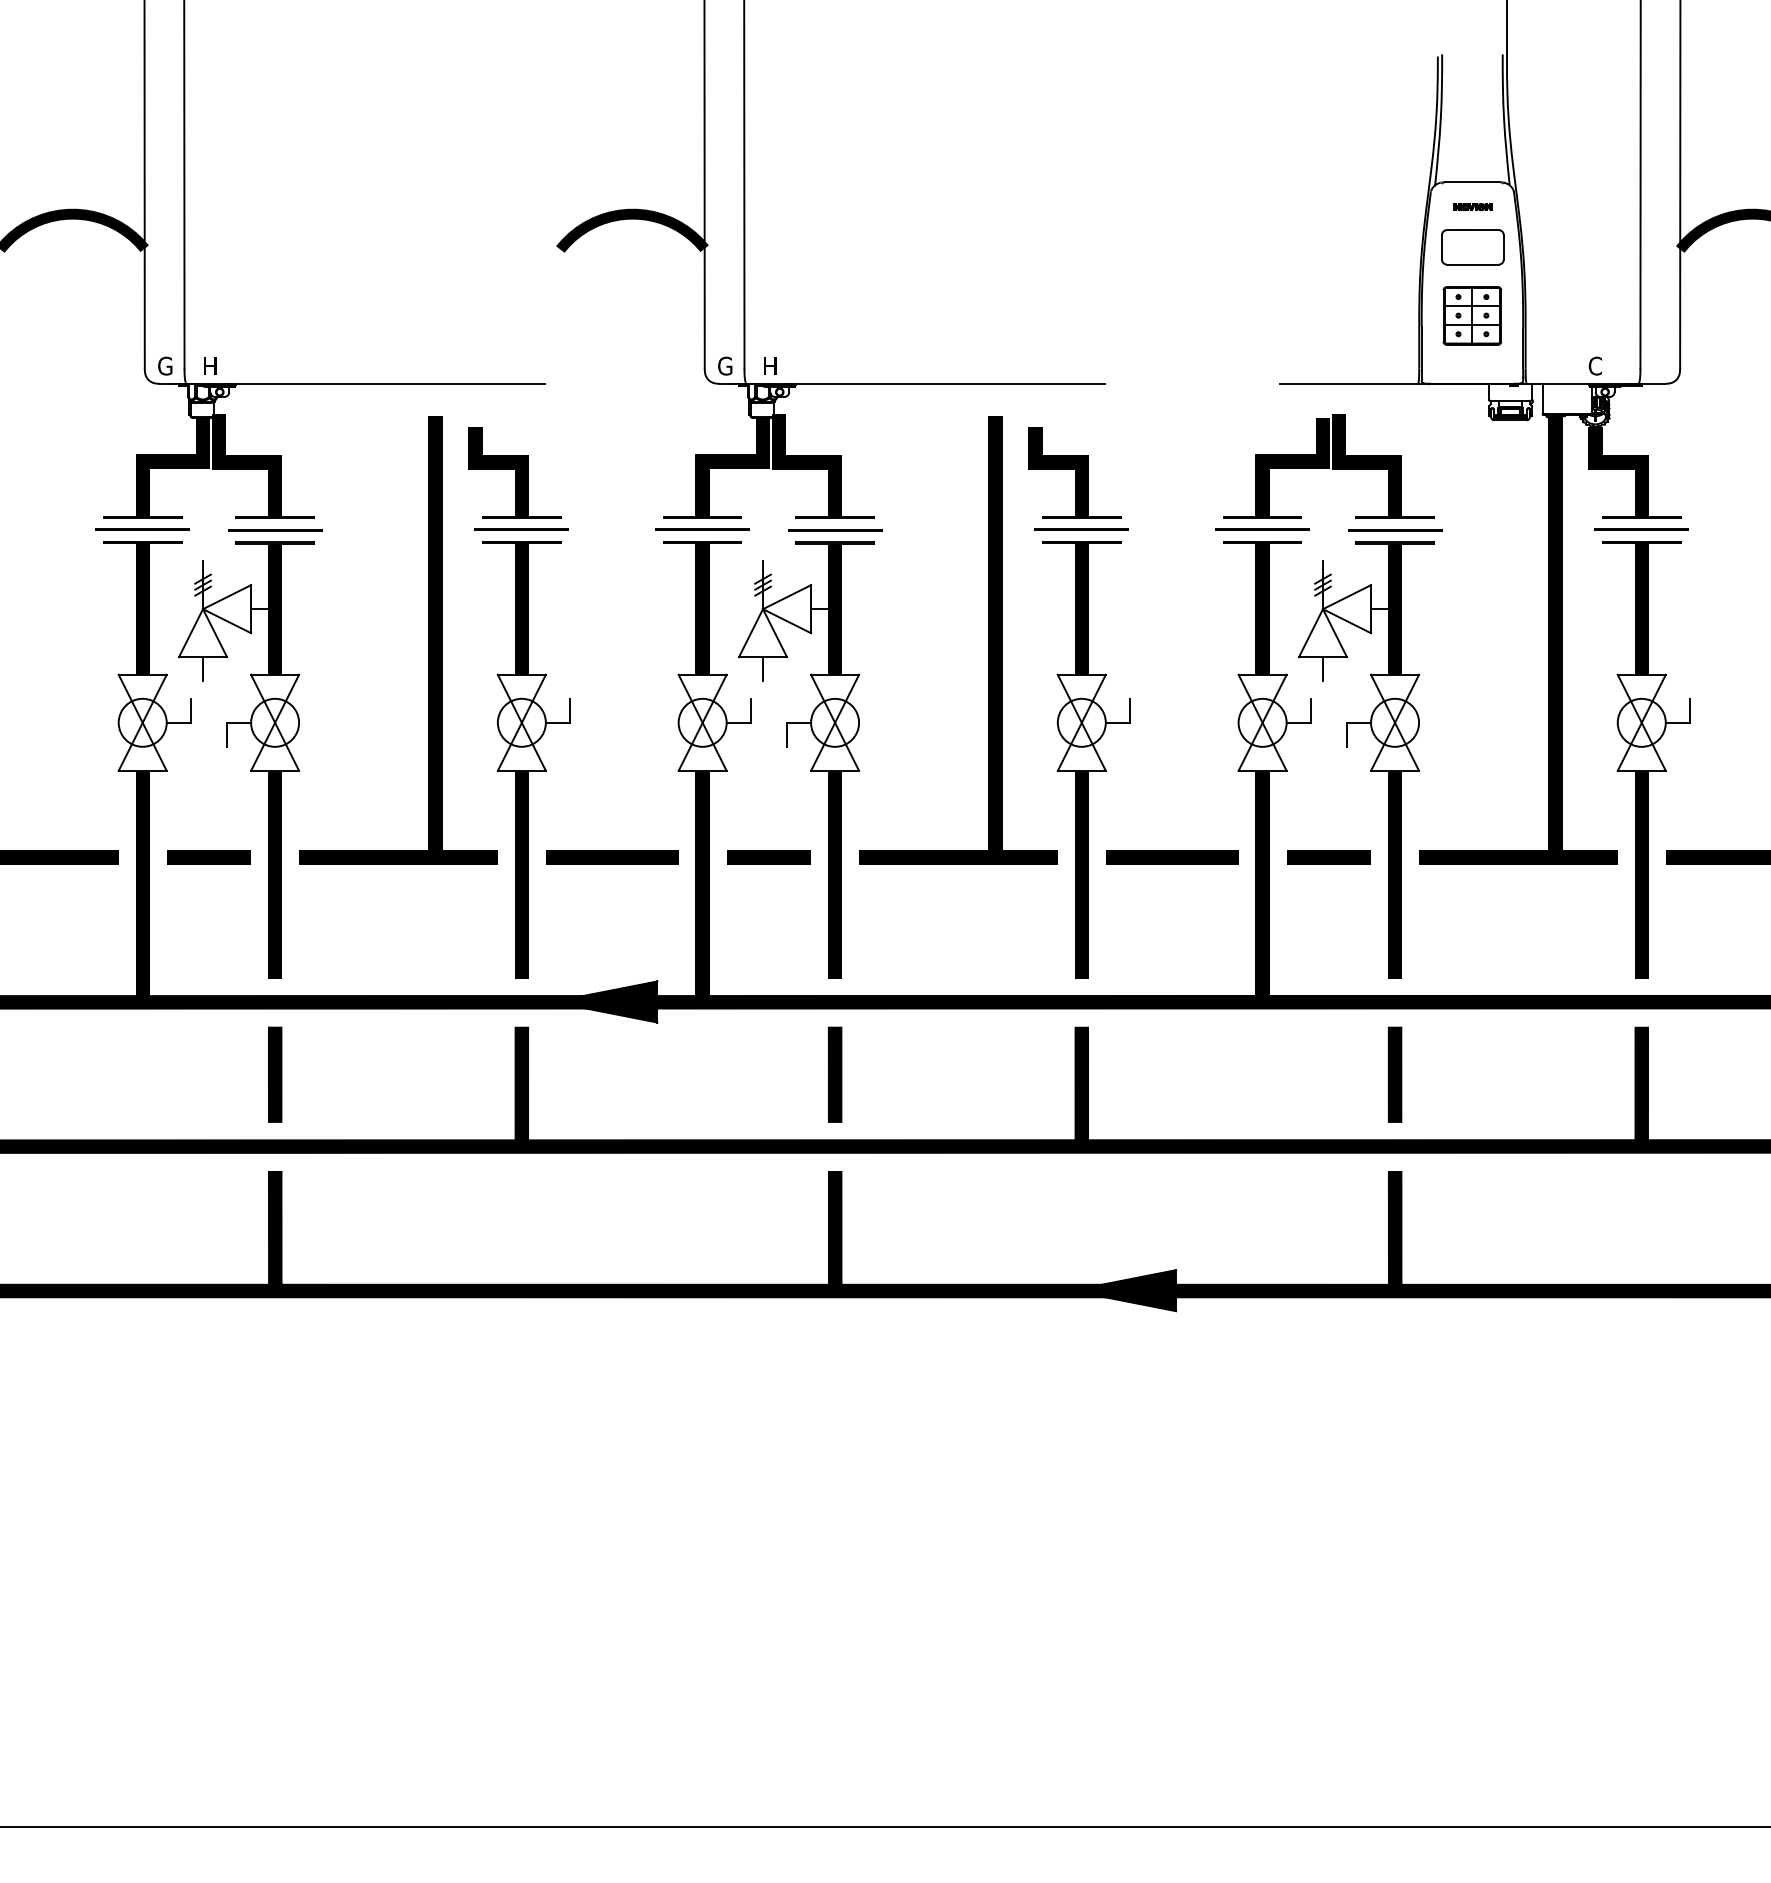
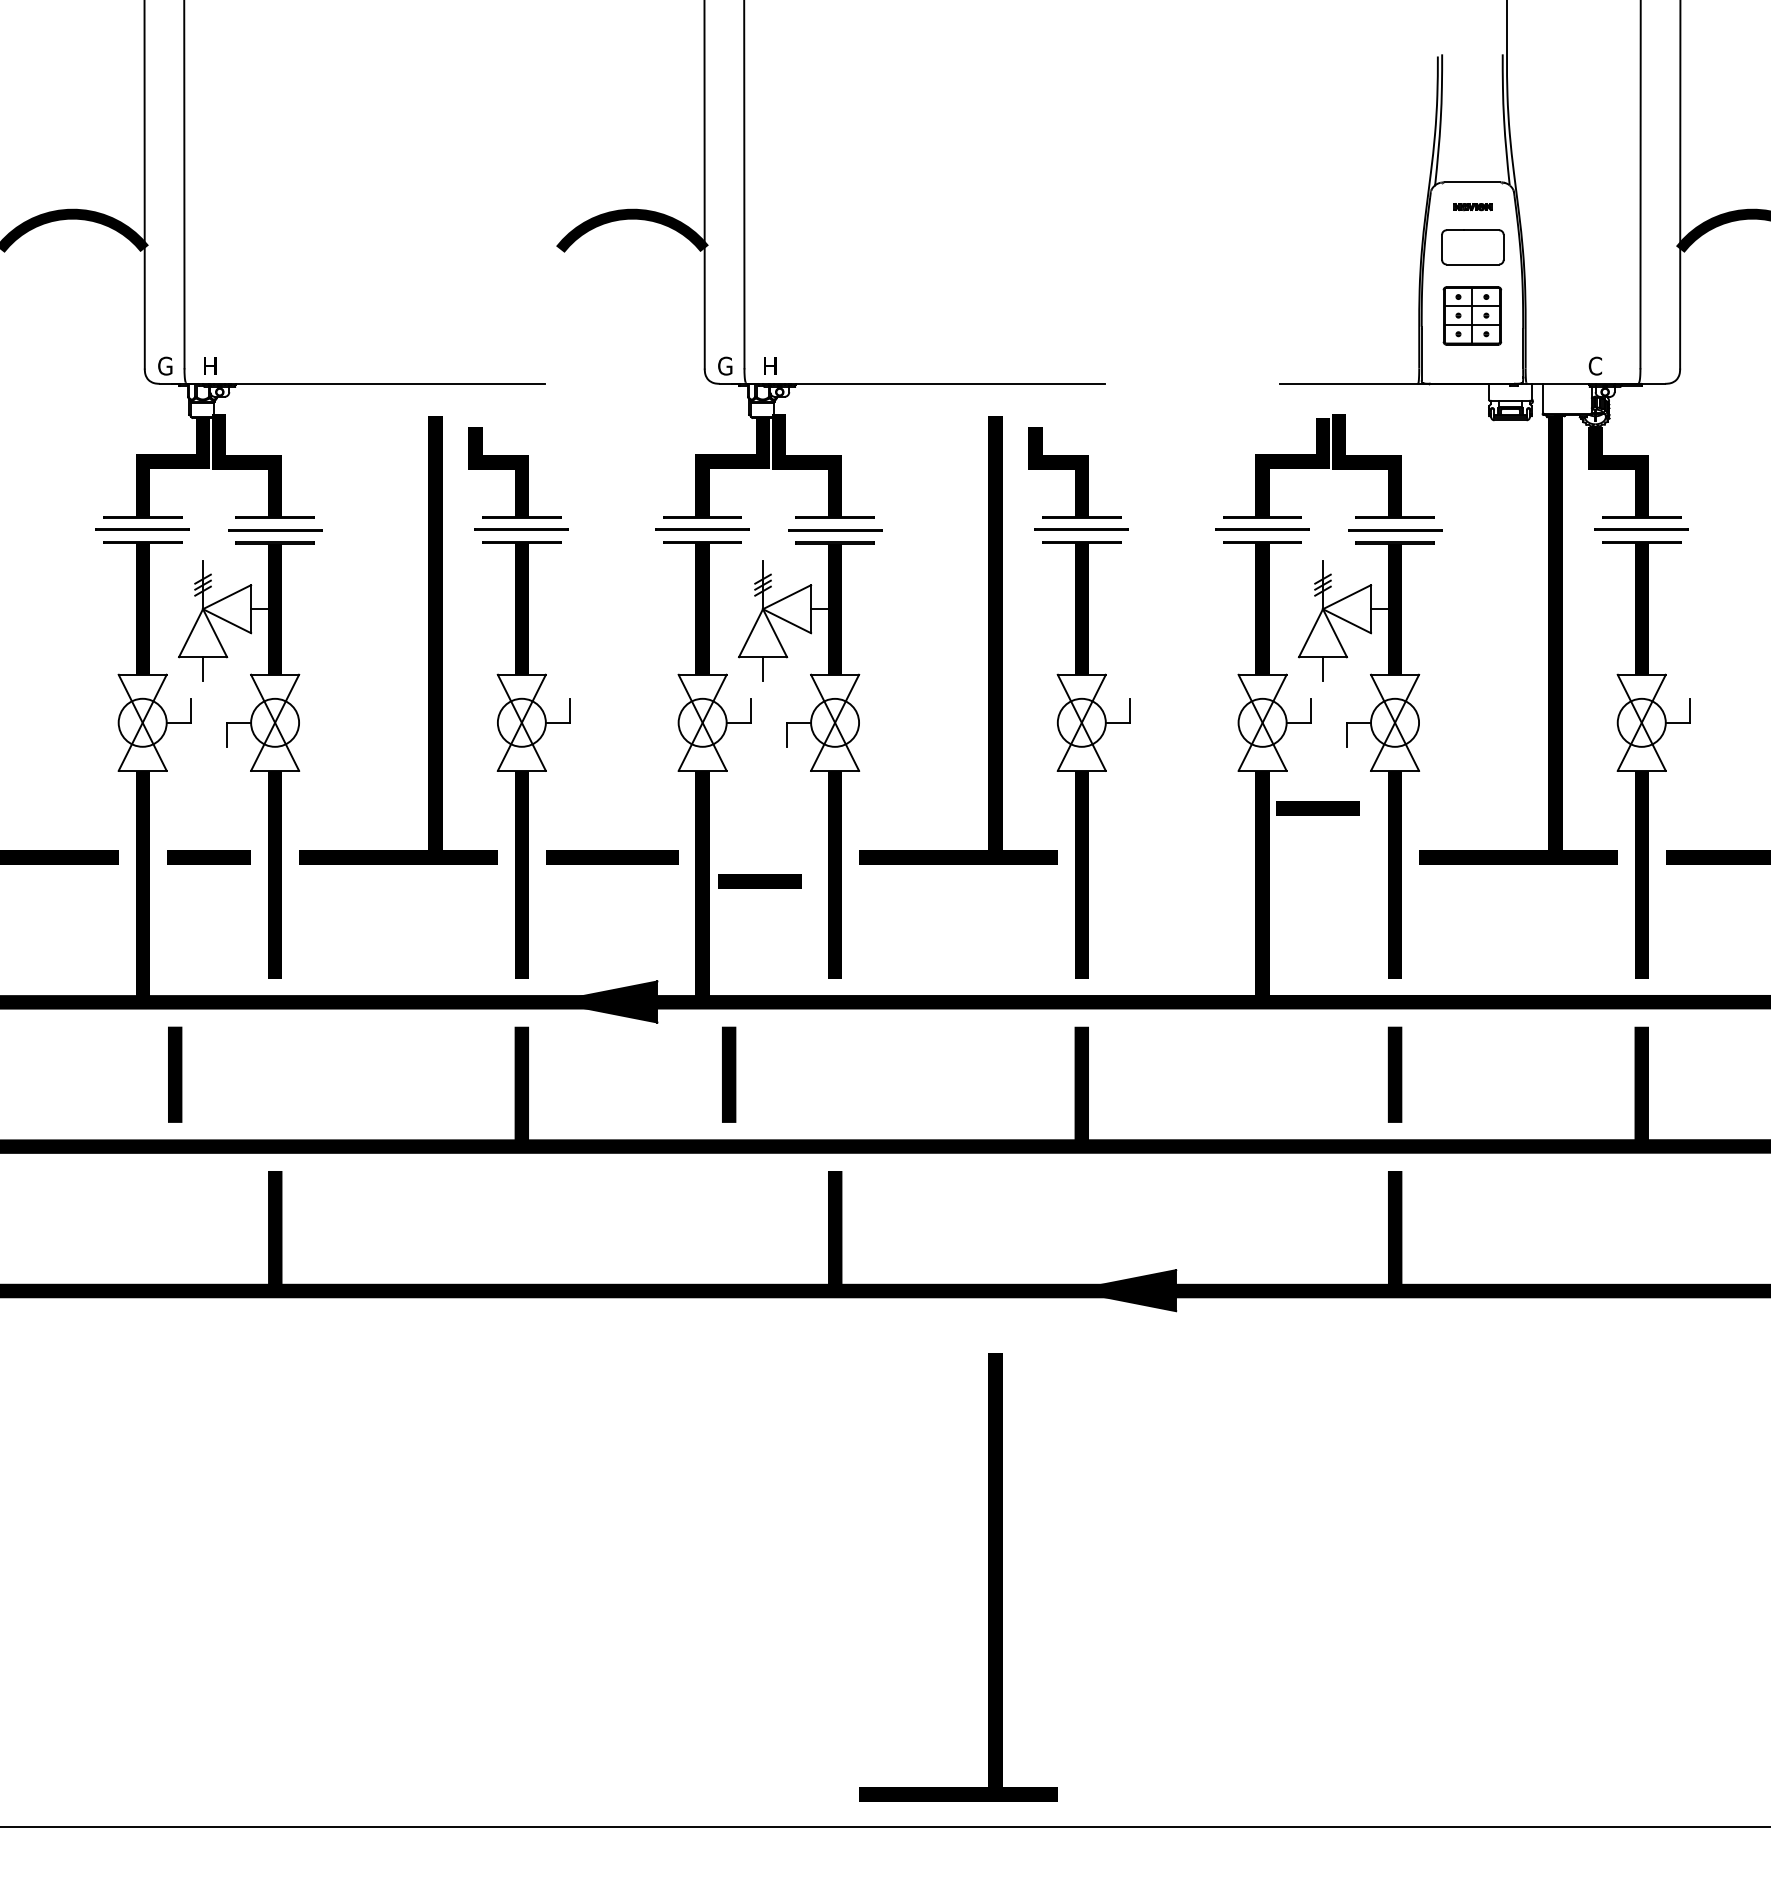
line at (768, 857) position: (768, 857) -> (759, 881)
line at (1172, 857): present -> none
line at (1328, 857) position: (1328, 857) -> (1317, 808)
line at (275, 1074) position: (275, 1074) -> (175, 1074)
line at (835, 1074) position: (835, 1074) -> (729, 1074)
part at (988, 1577): none -> present
